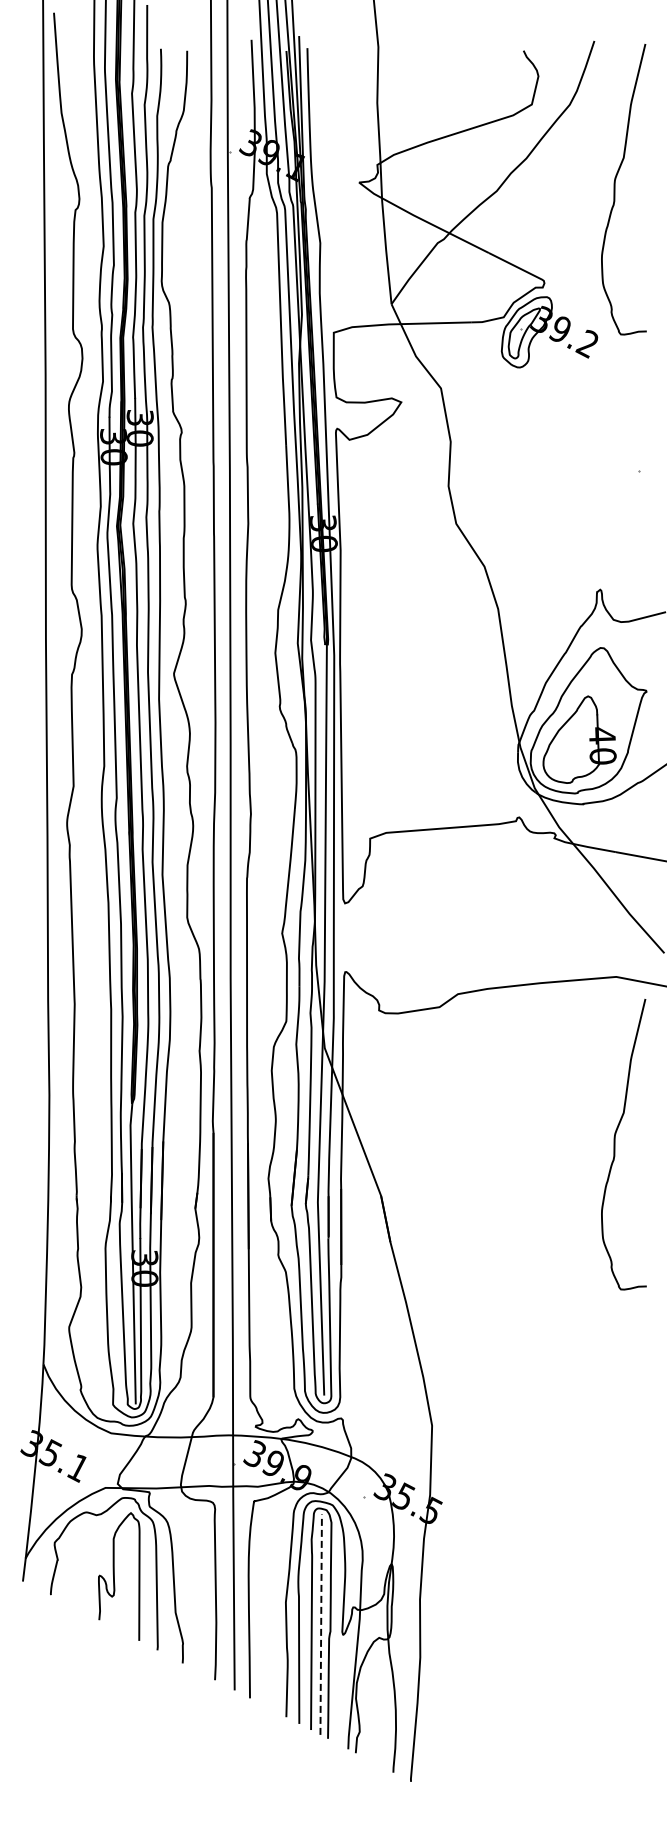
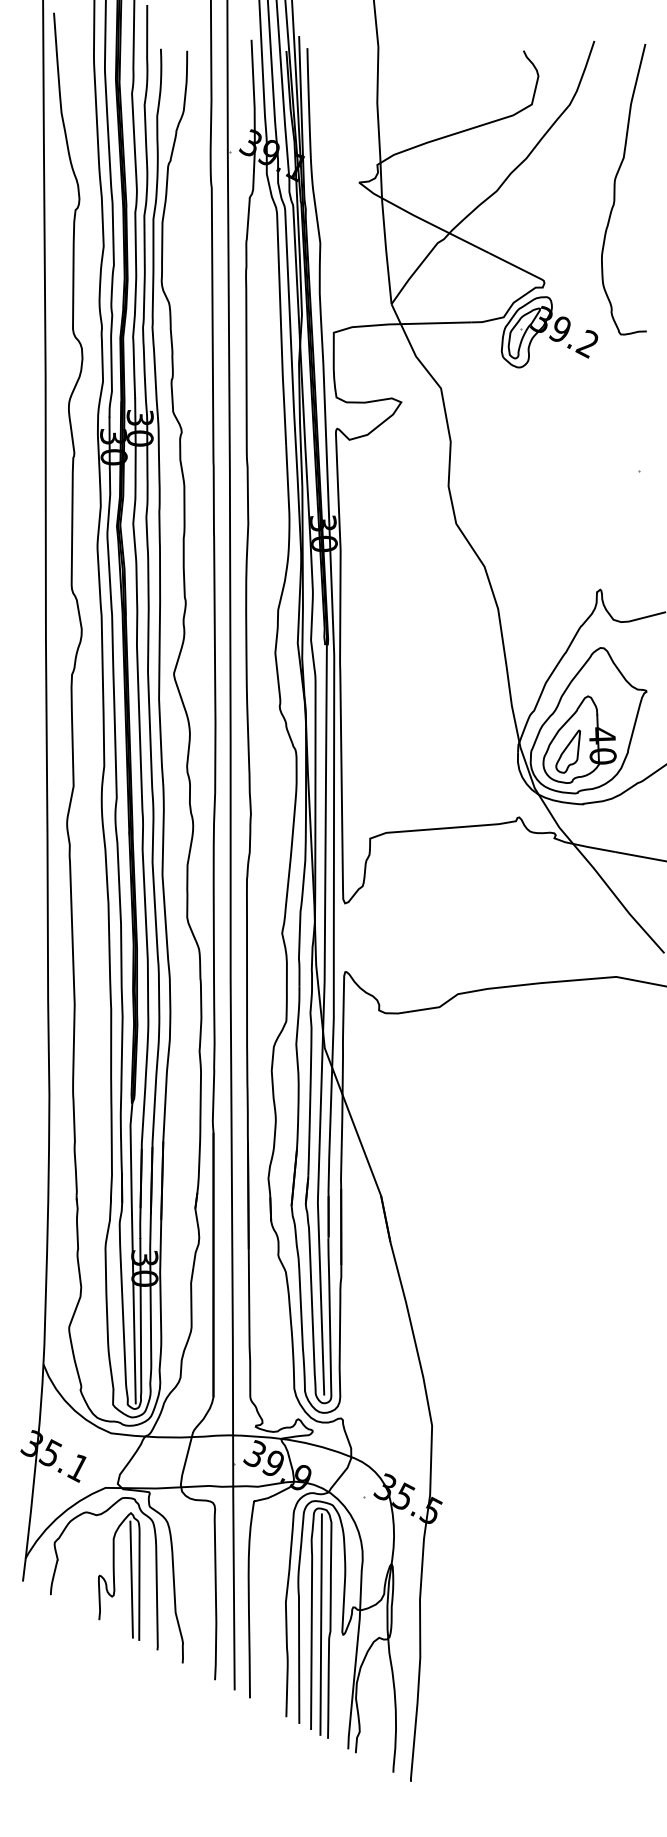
part at (568, 751): none -> present
curve at (615, 1144): present -> none
line at (131, 1579): none -> present
line at (321, 1624): dashed -> solid
